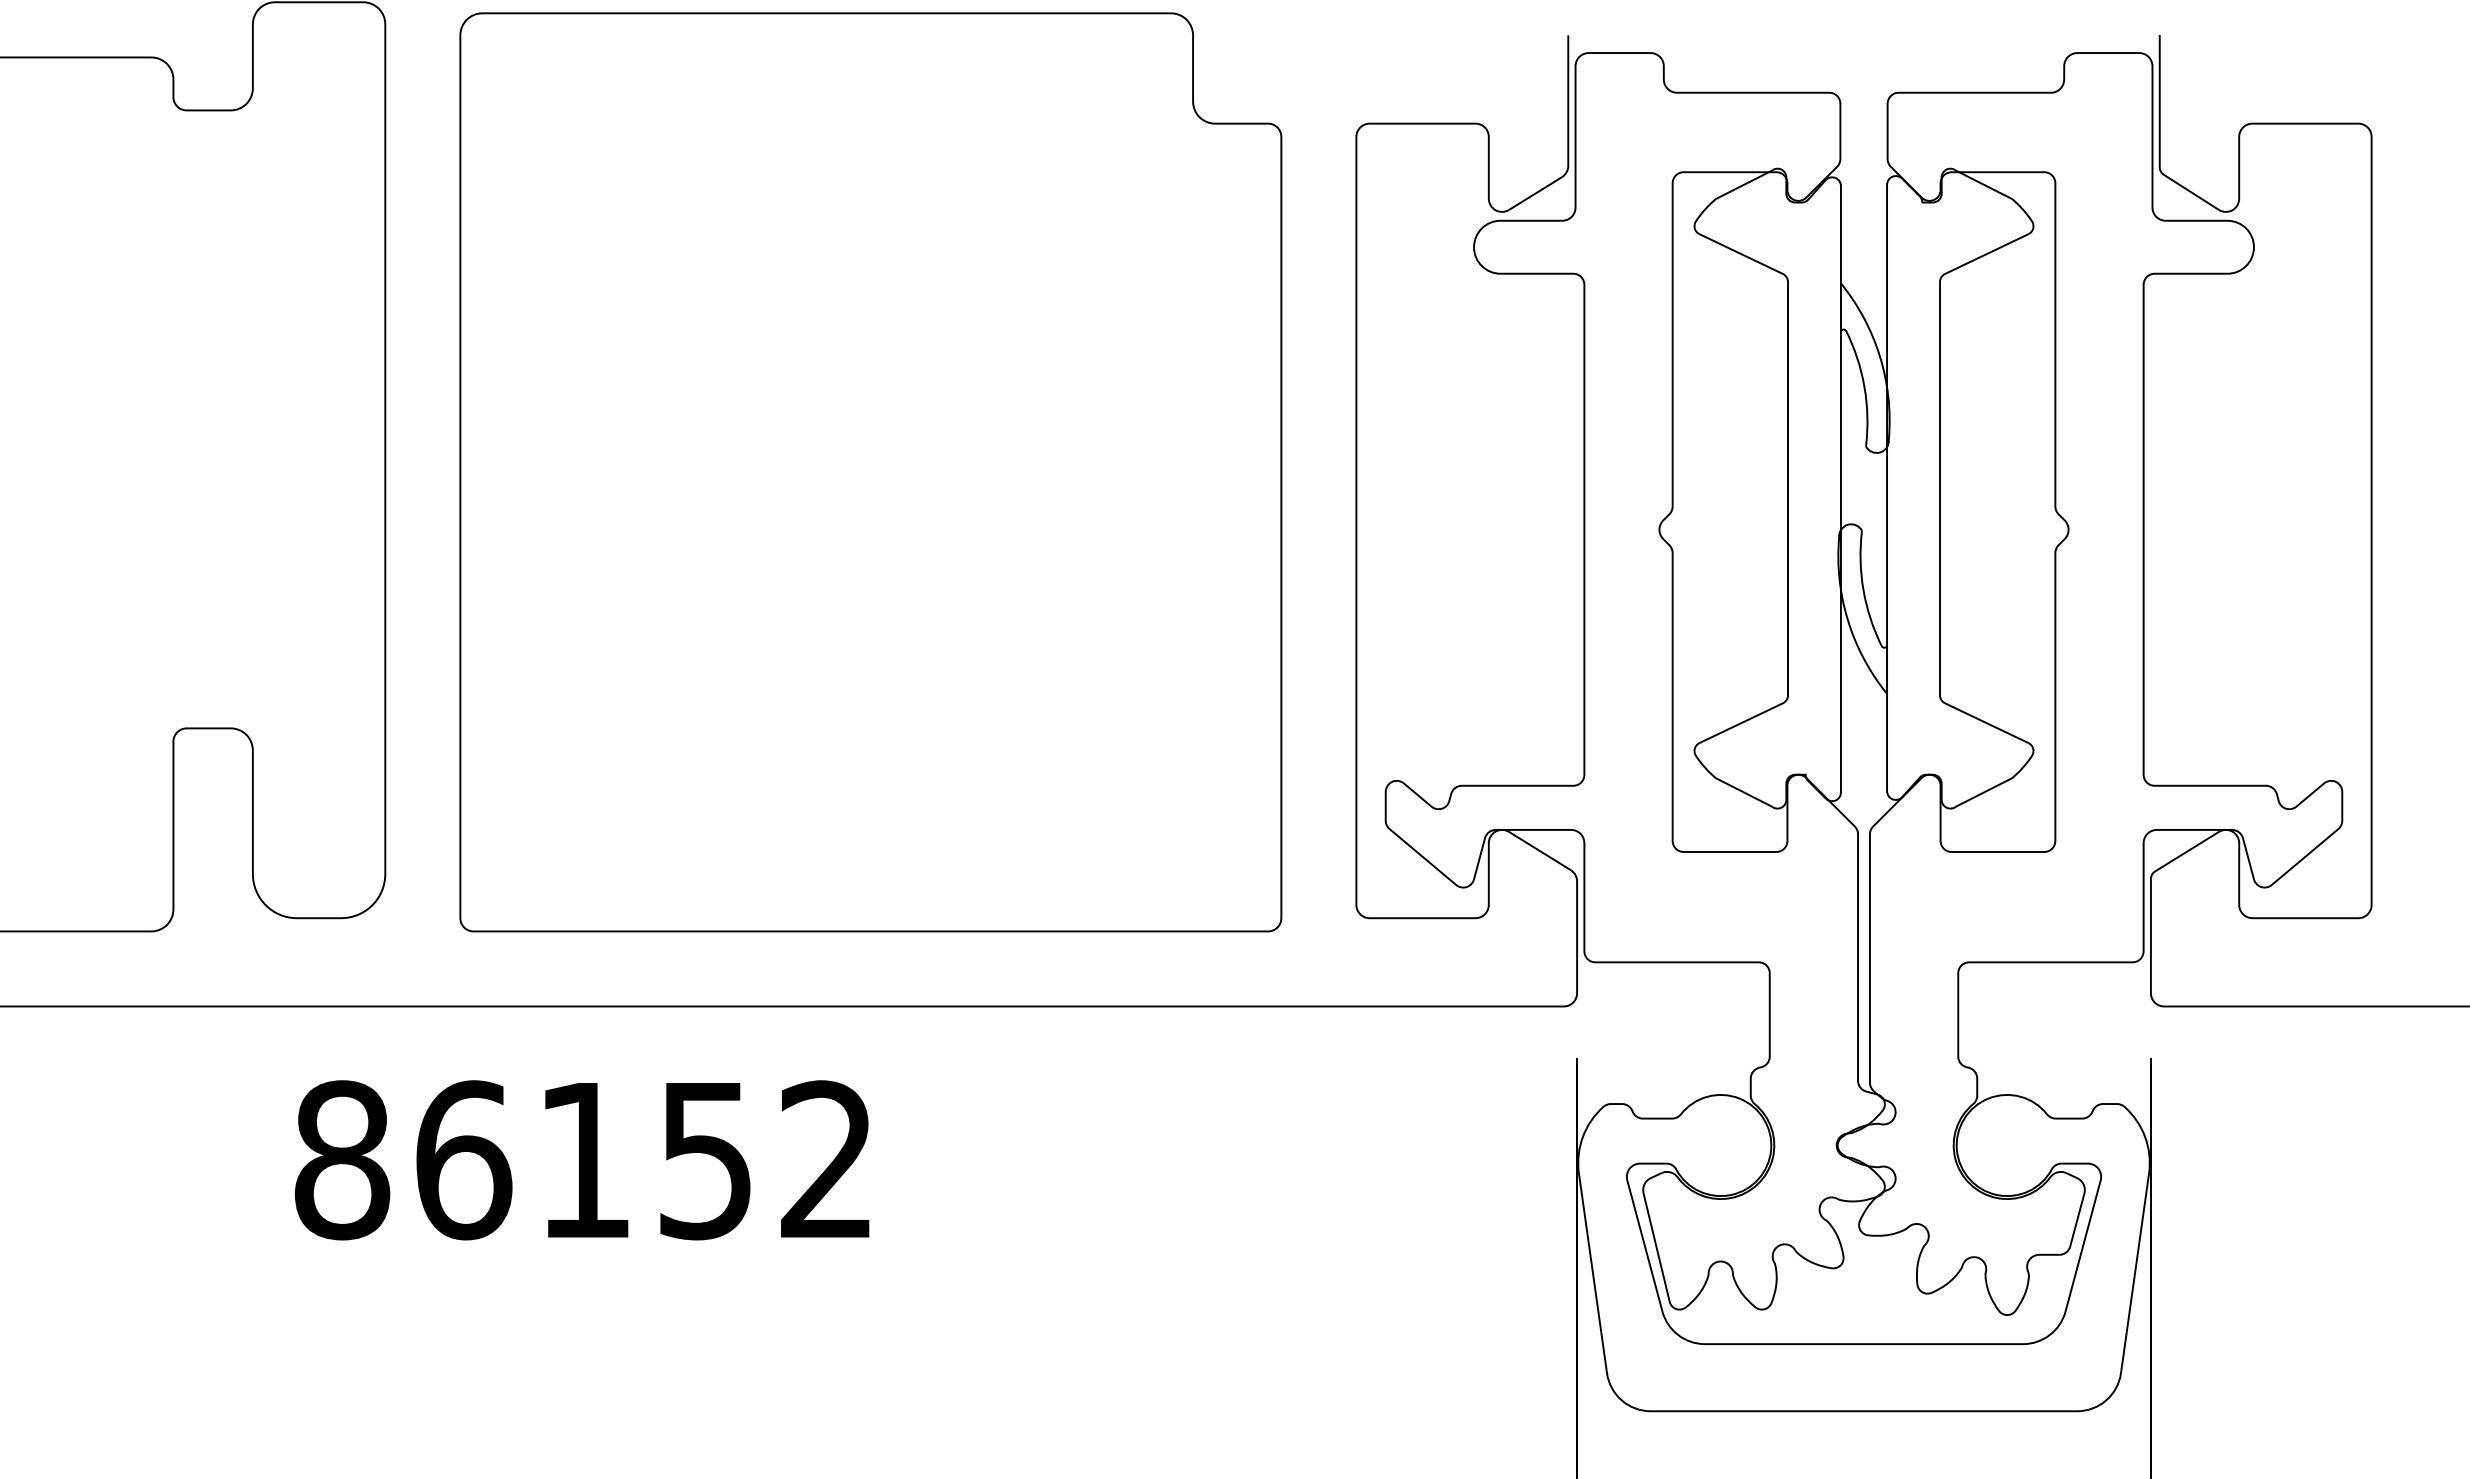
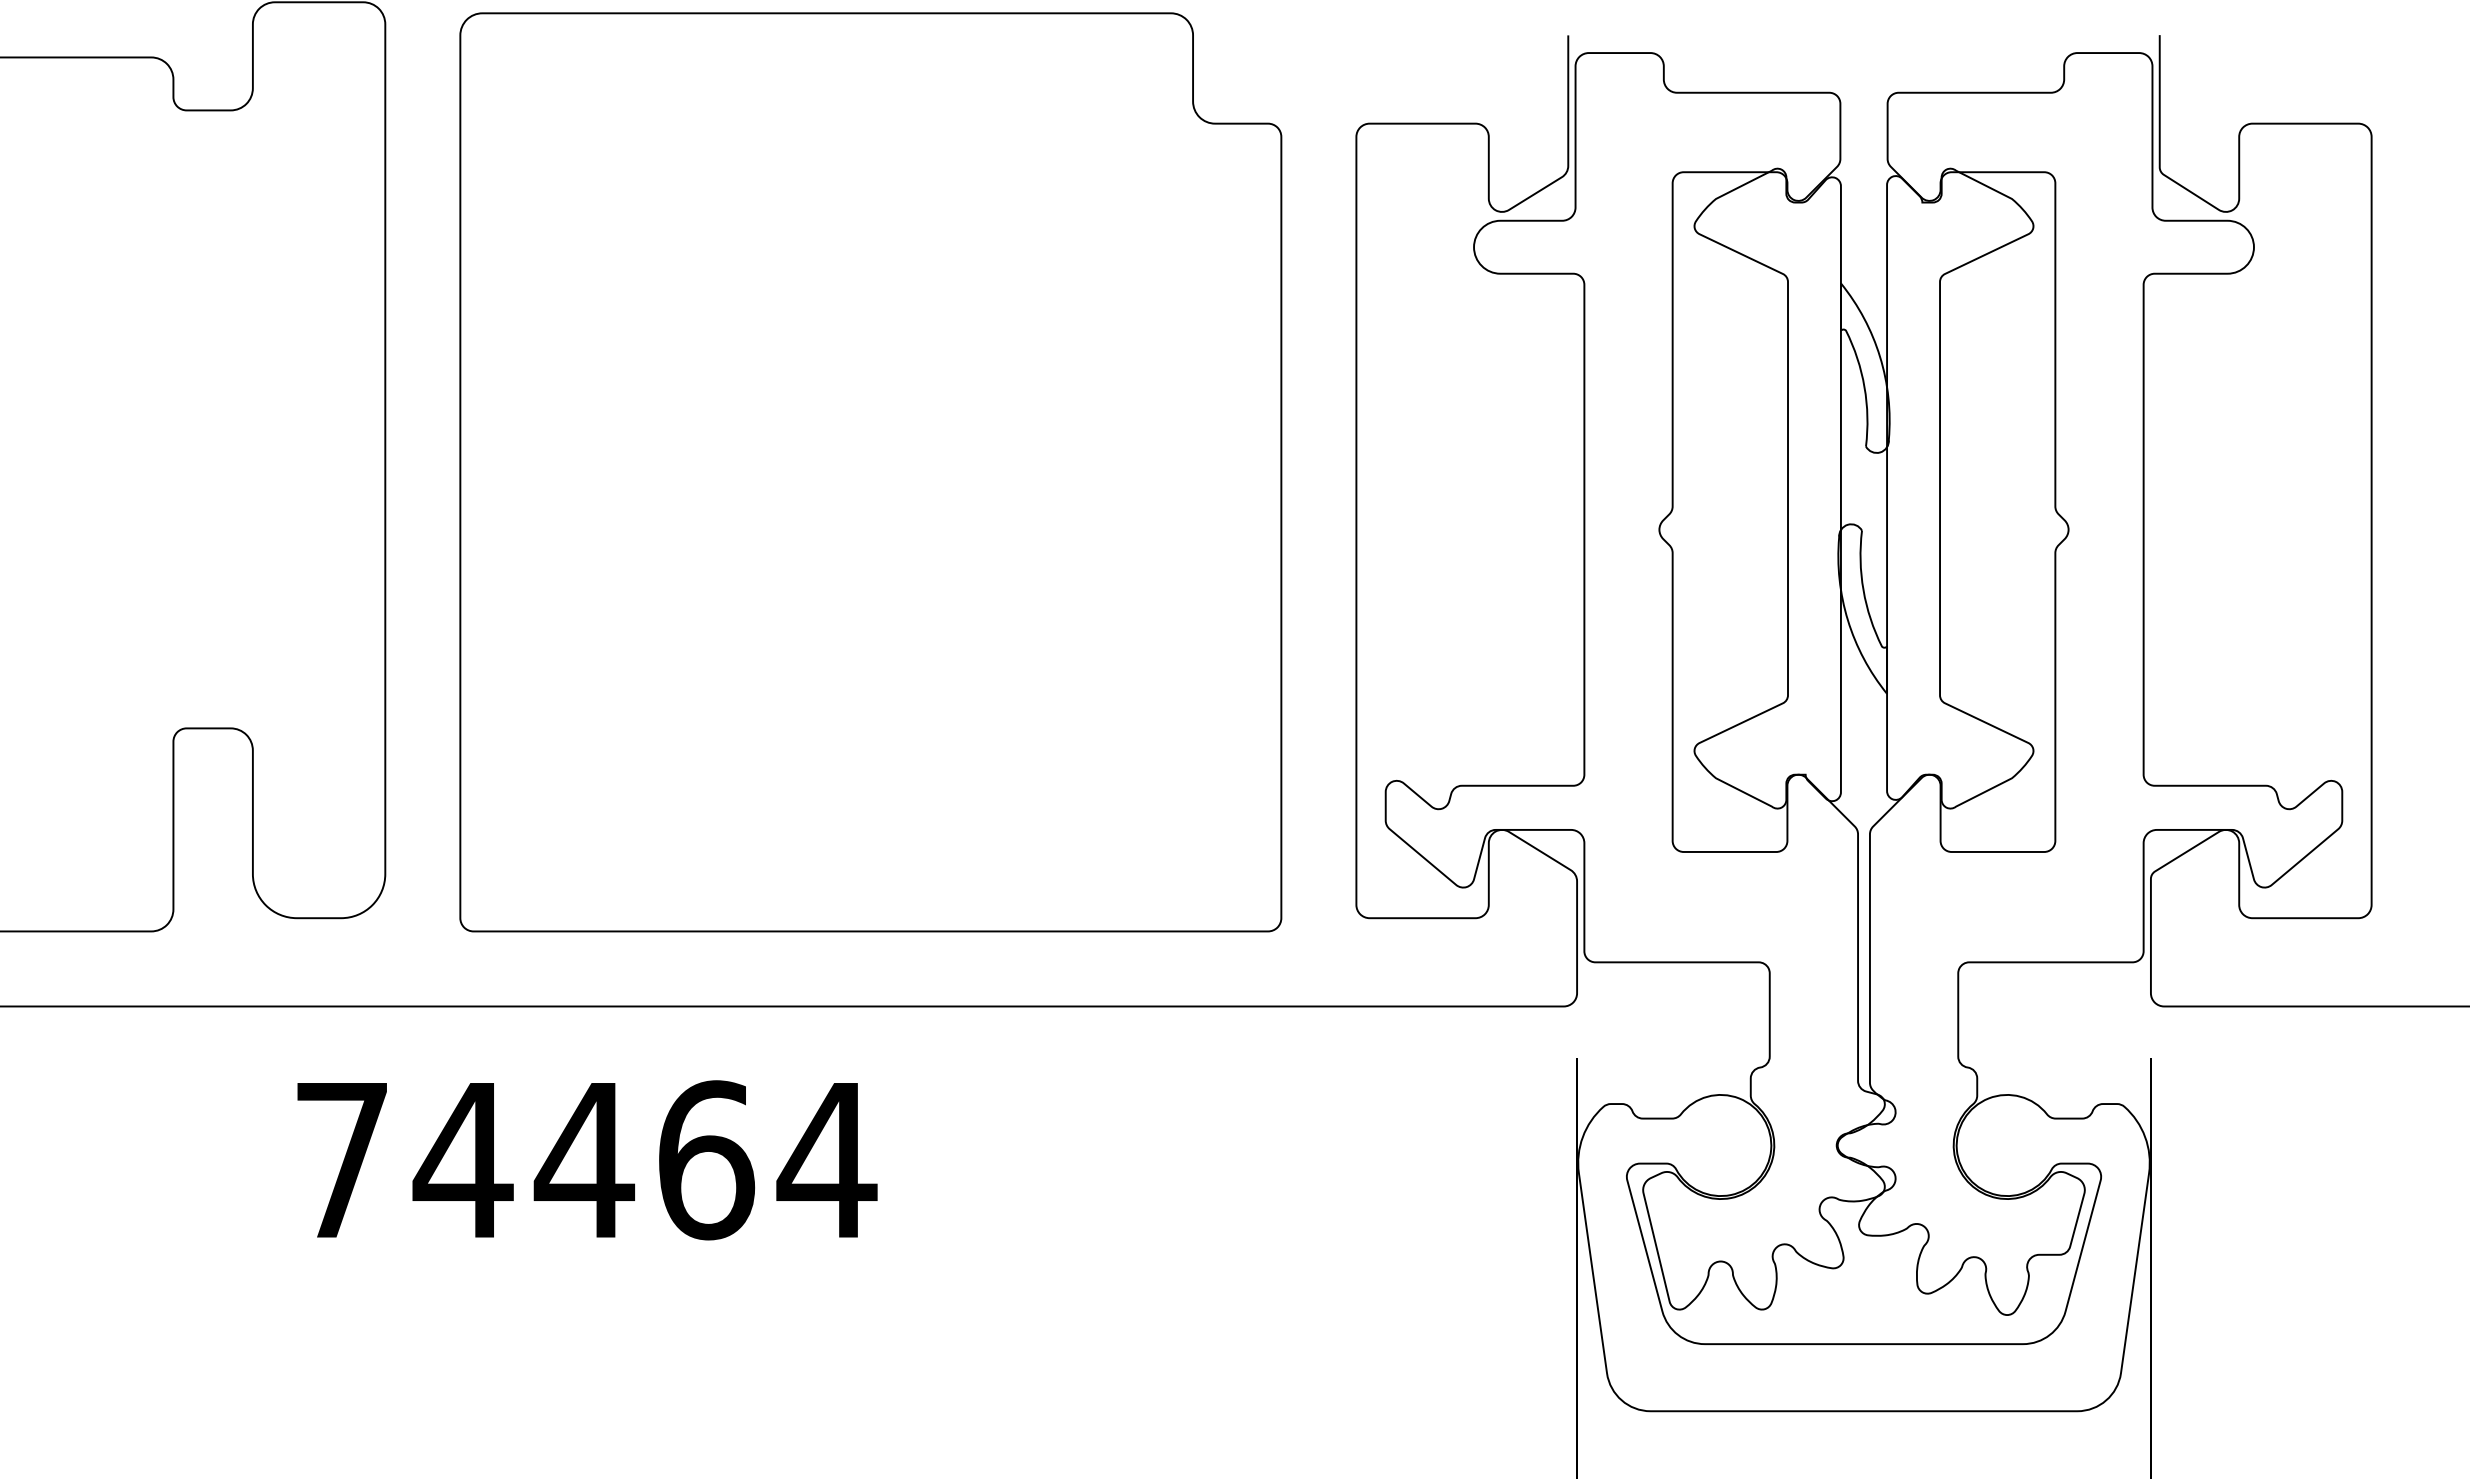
text at (585, 1160): 86152 -> 74464
